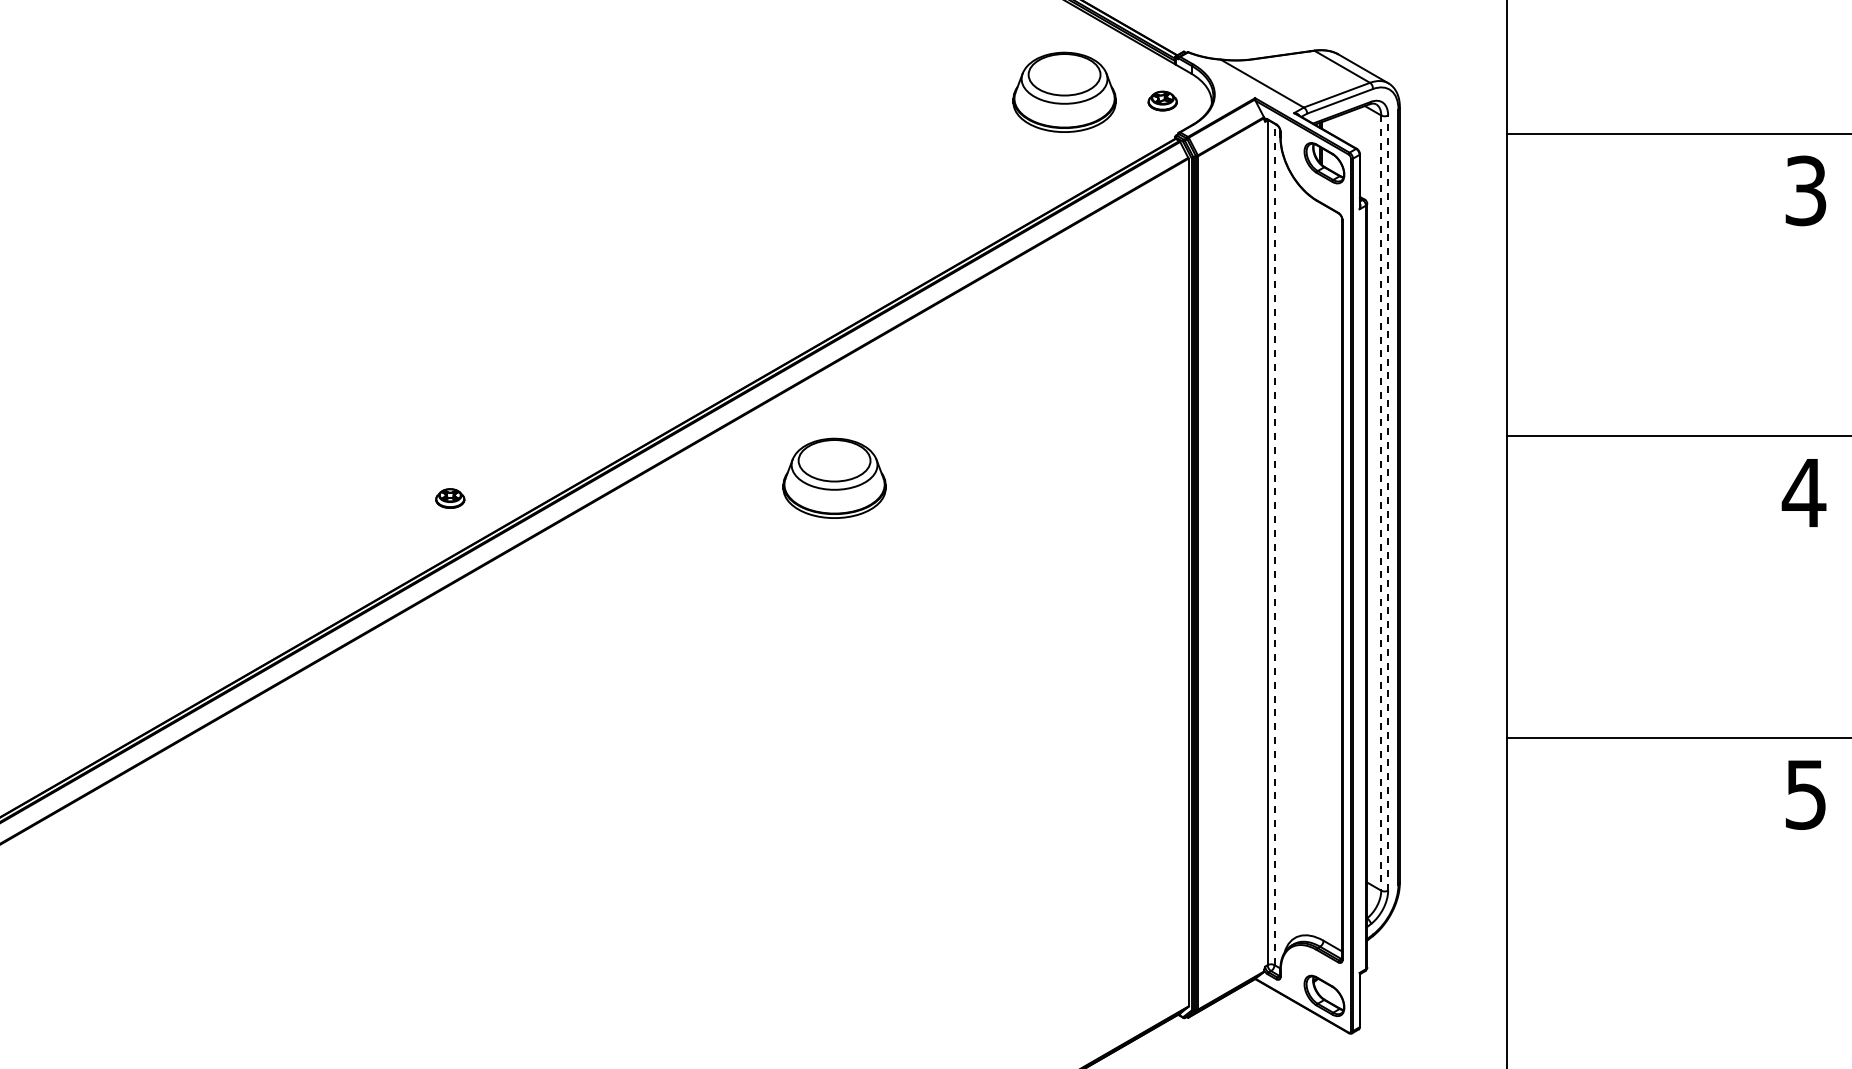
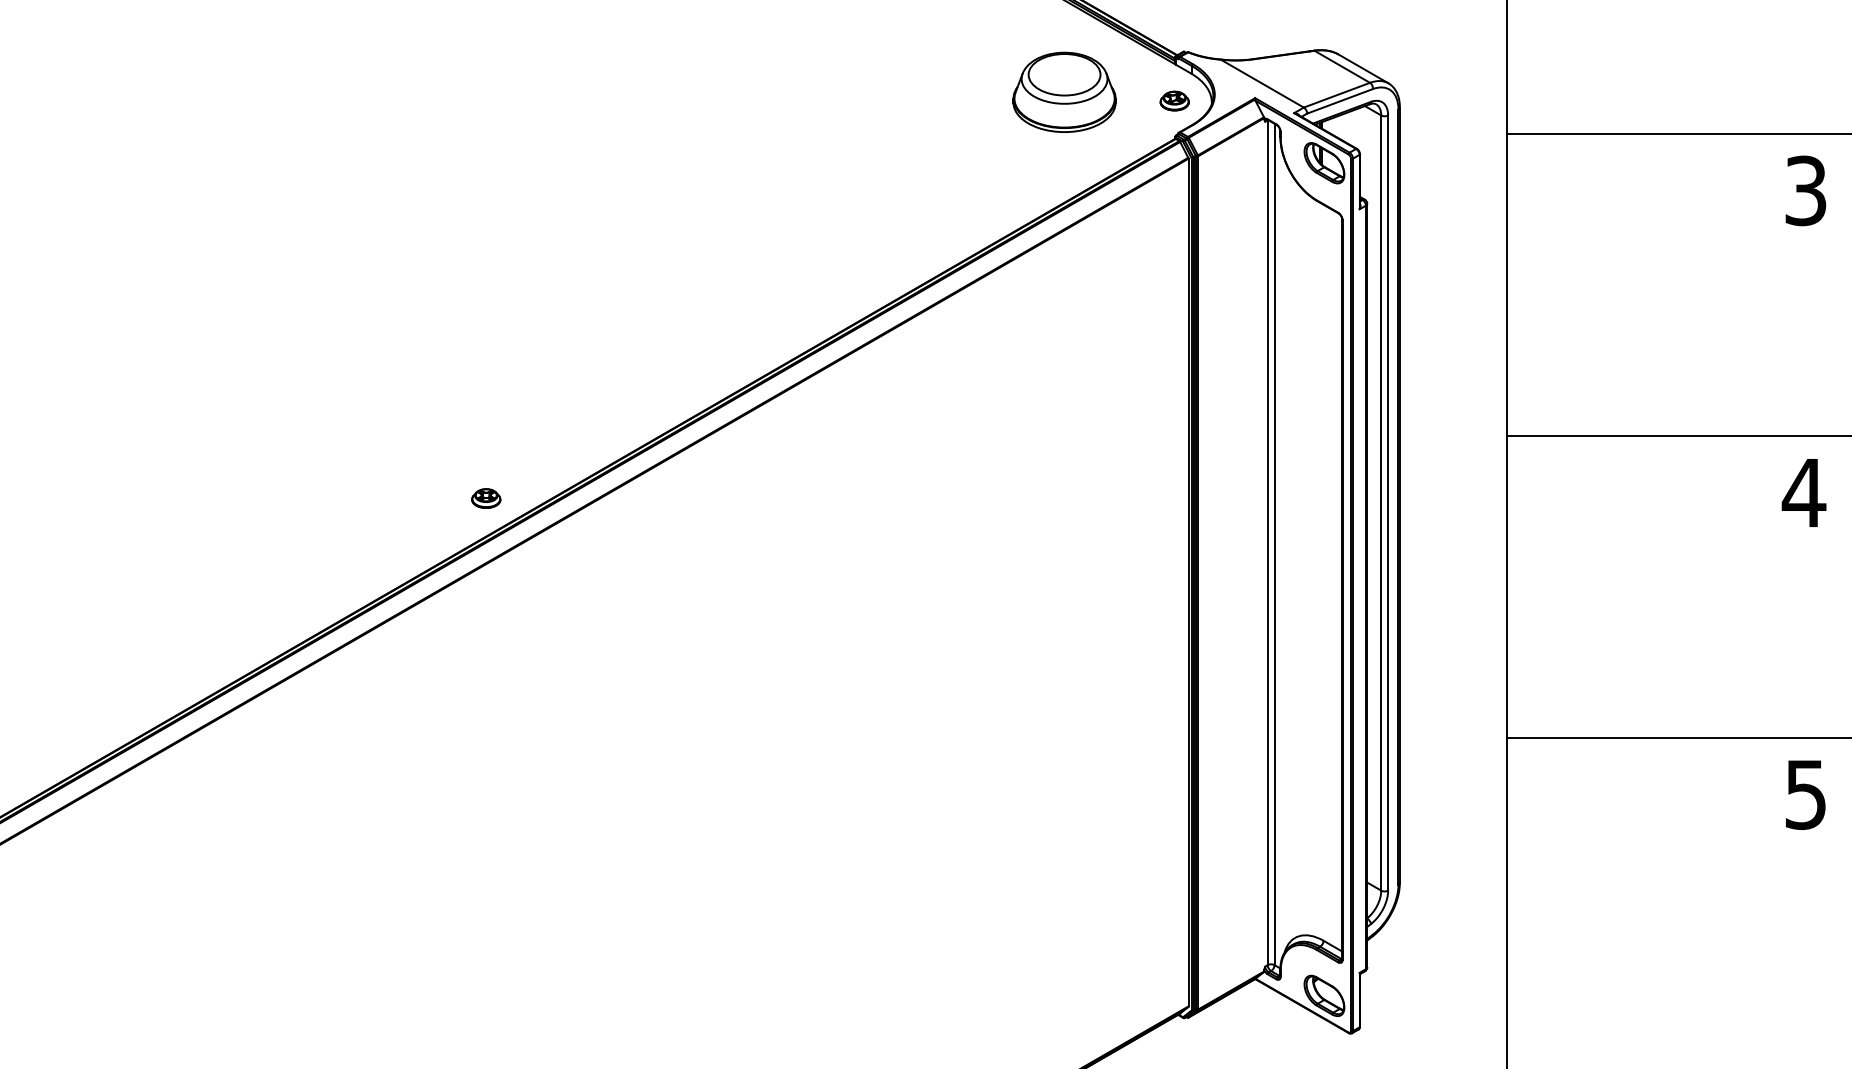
part at (1162, 100) position: (1162, 100) -> (1174, 100)
part at (834, 477): present -> none
part at (450, 498) position: (450, 498) -> (486, 498)
line at (1381, 503): dashed -> solid
line at (1388, 503): dashed -> solid
line at (1274, 544): dashed -> solid
